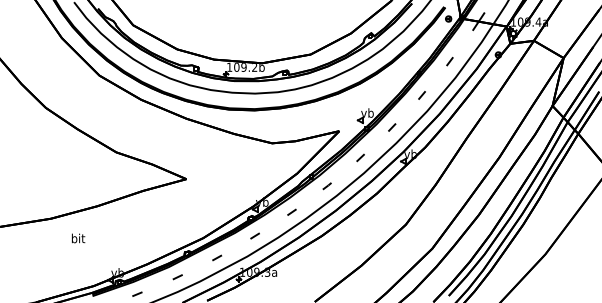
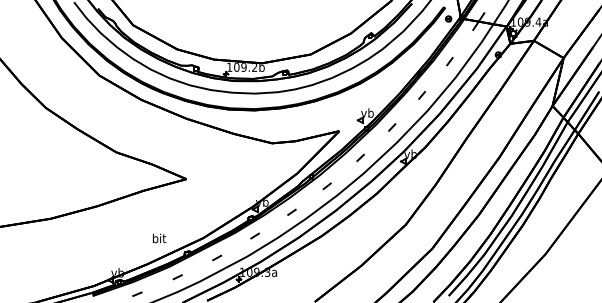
text at (78, 238) position: (78, 238) -> (159, 238)
